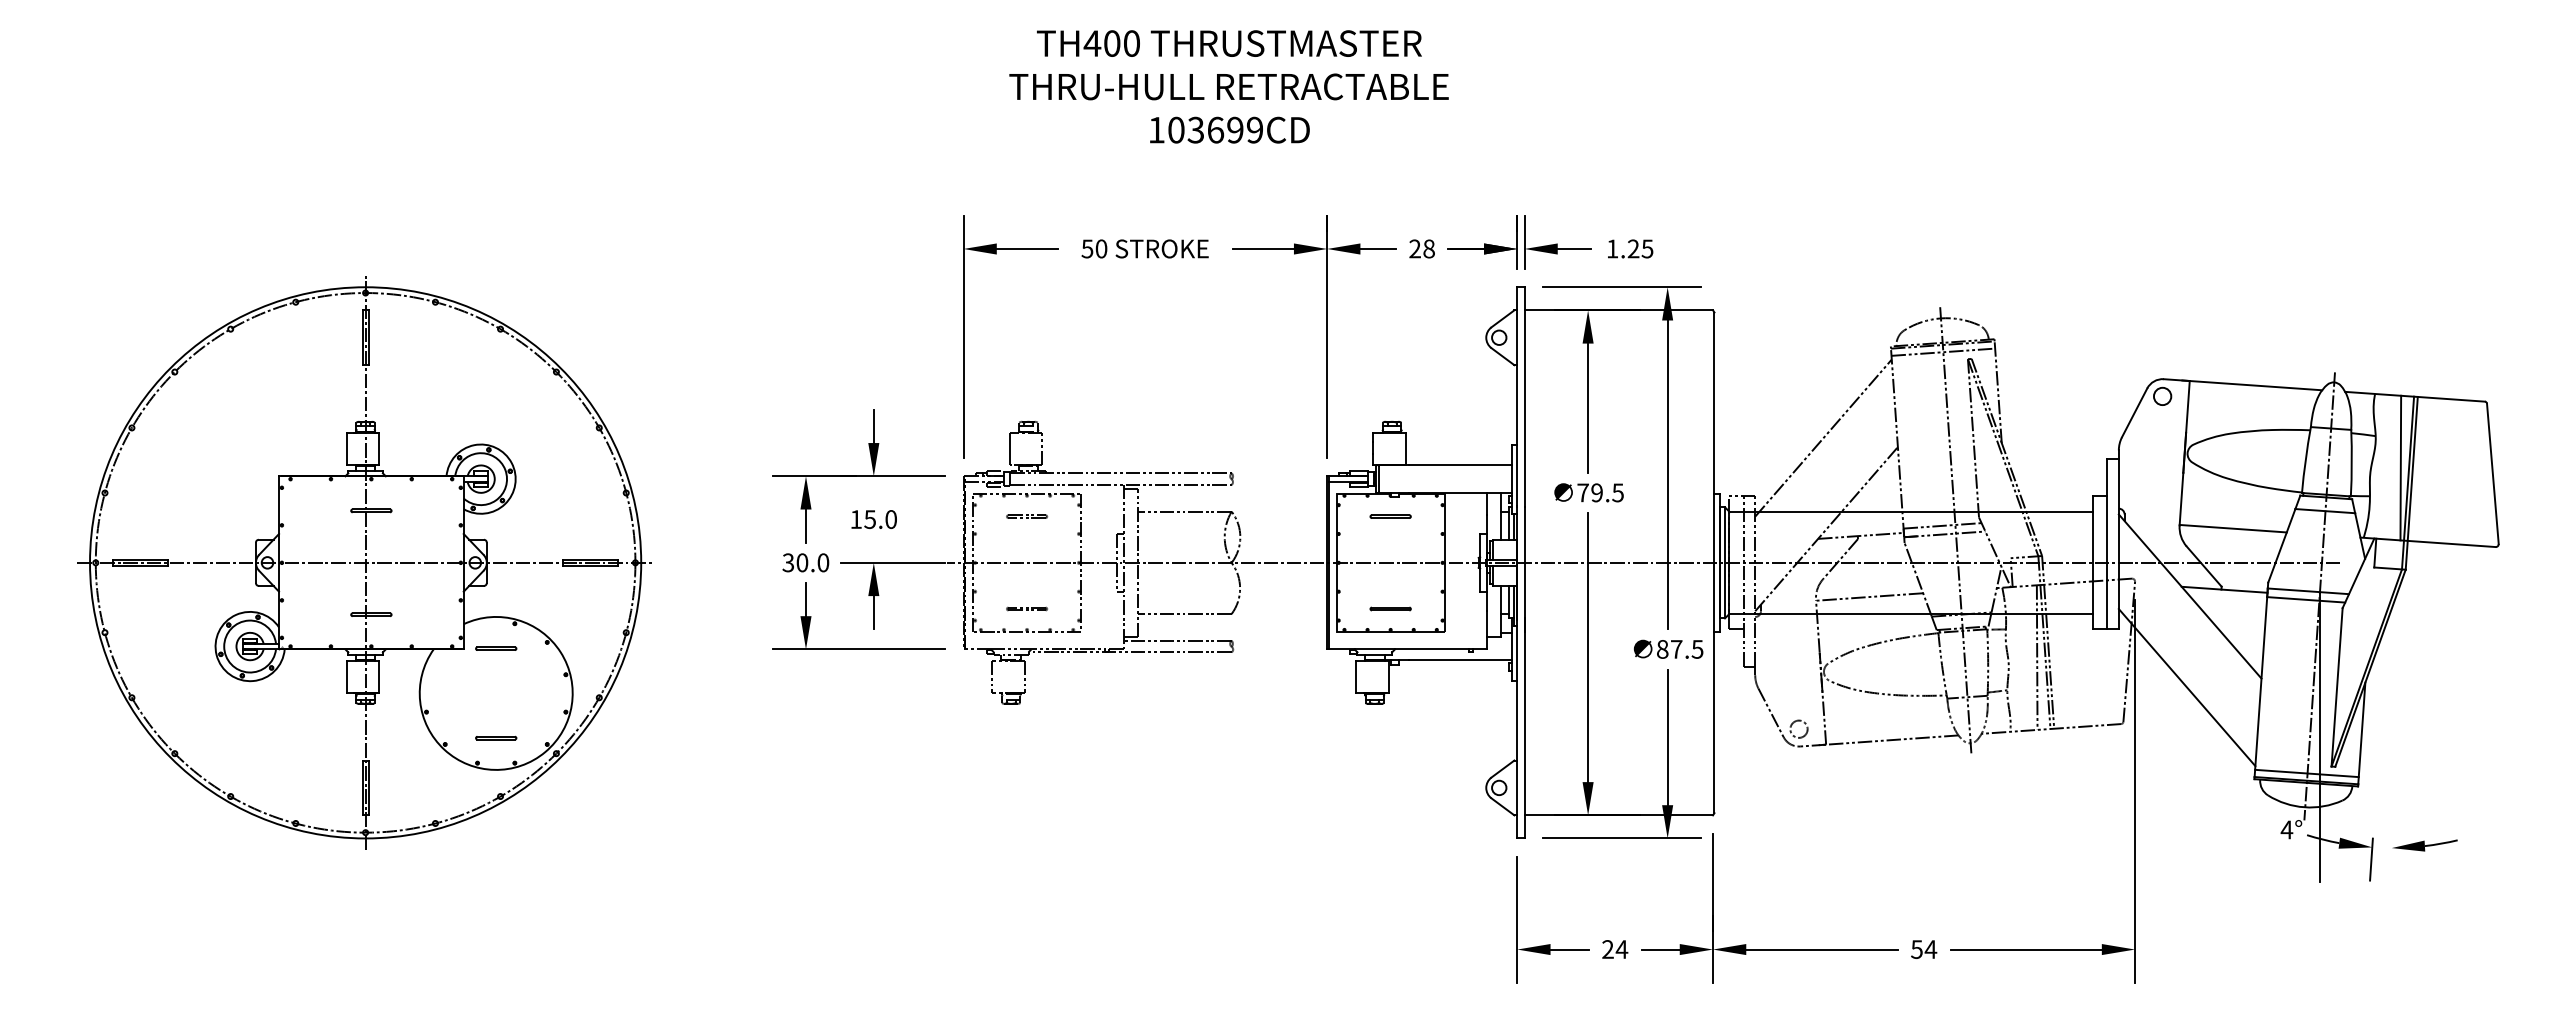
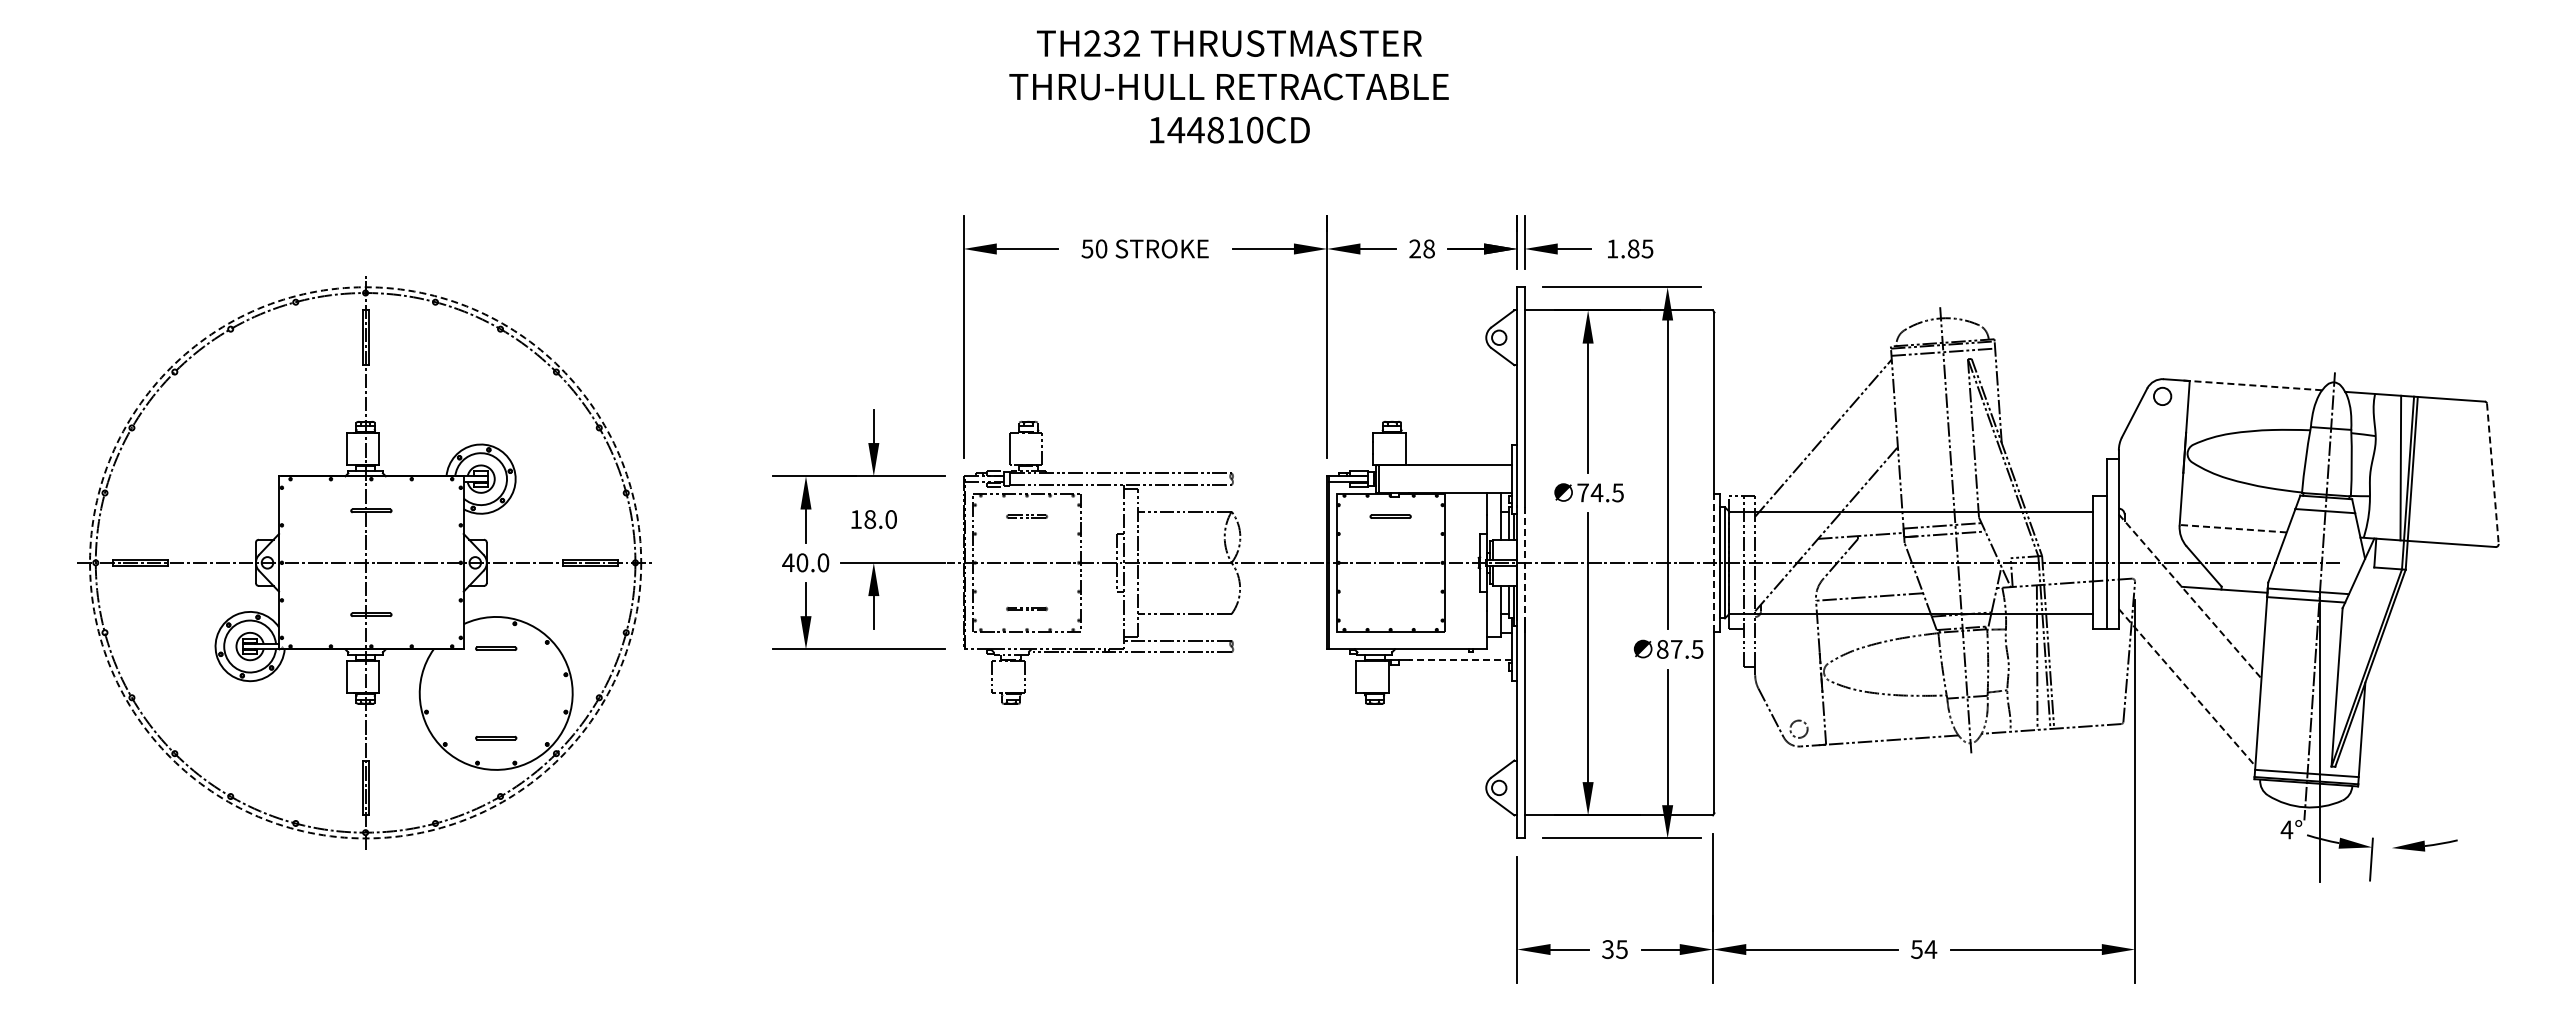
text at (1111, 43): TH400 -> TH232
text at (1215, 129): 103699CD -> 144810CD
text at (1633, 248): 1.25 -> 1.85
line at (2251, 385): solid -> dashed
line at (2492, 474): solid -> dashed
text at (1596, 492): 79.5 -> 74.5
text at (870, 519): 15.0 -> 18.0
line at (2233, 528): solid -> dashed
circle at (365, 562): solid -> dashed
text at (788, 562): 30.0 -> 40.0
line at (1524, 562): solid -> dashed
line at (1714, 562): solid -> dashed
line at (2190, 596): solid -> dashed
part at (1390, 608): present -> none
line at (1459, 660): solid -> dashed
line at (2187, 687): solid -> dashed
text at (1615, 949): 24 -> 35
